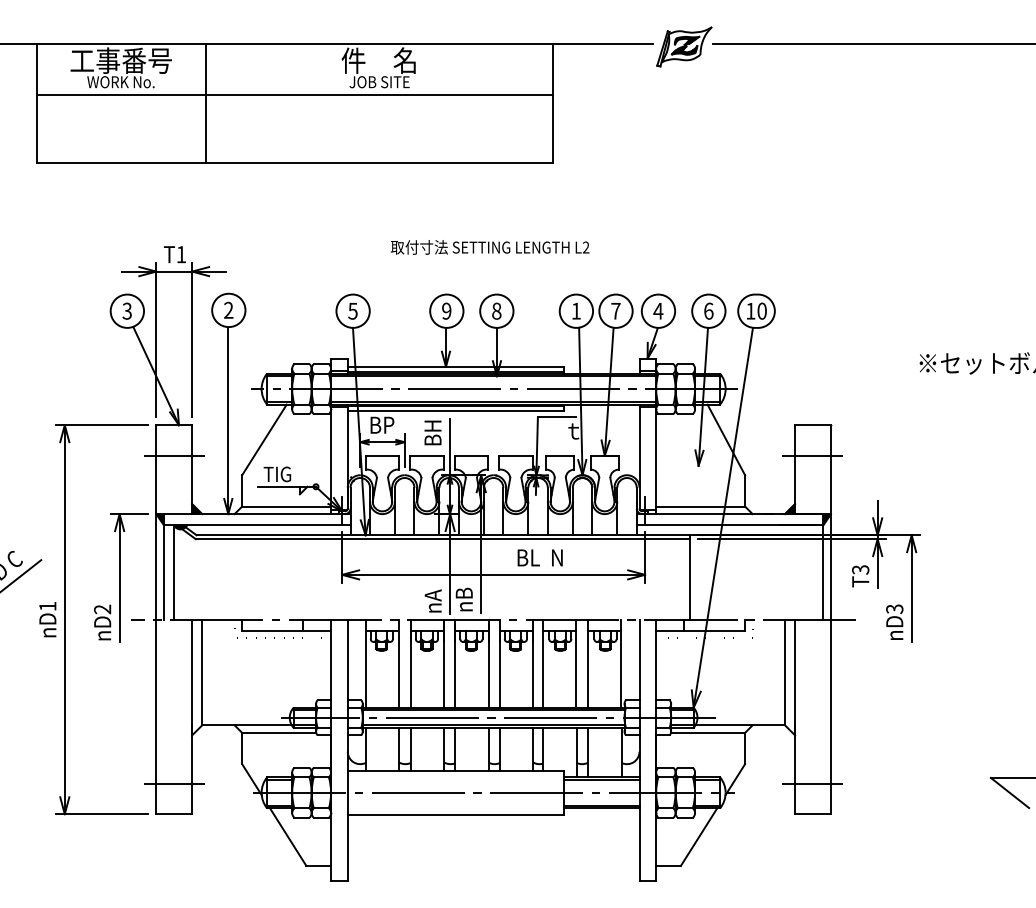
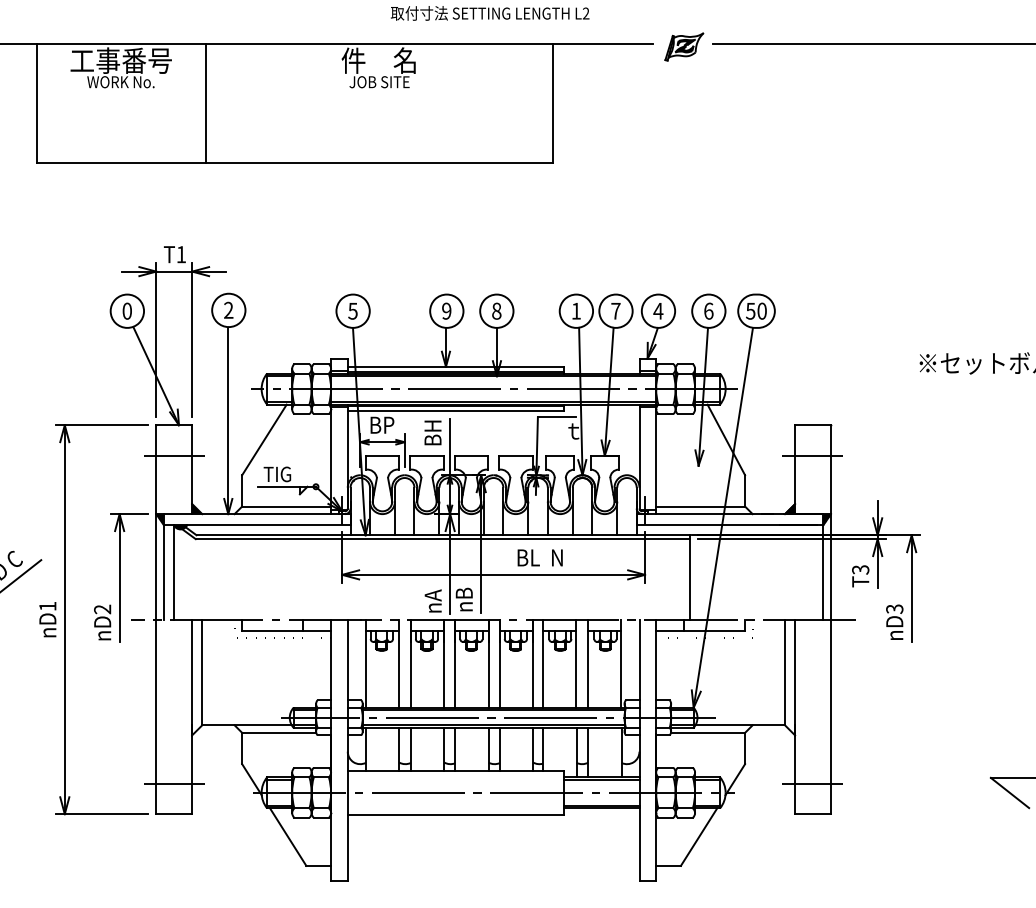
part at (684, 46) size: 57x42 px -> 41x30 px
line at (294, 94): present -> none
text at (489, 247) position: (489, 247) -> (489, 13)
text at (126, 310): 3 -> 0
text at (750, 311): 10 -> 50
